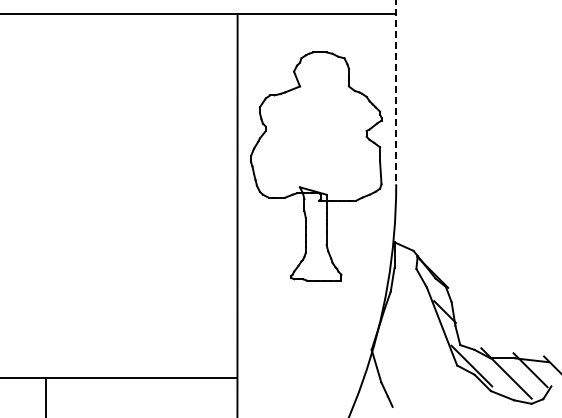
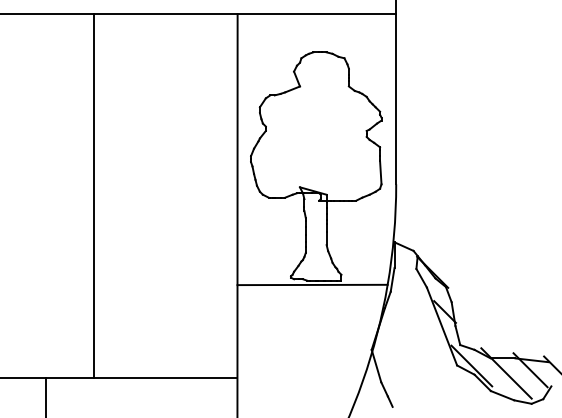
line at (396, 92): dashed -> solid
line at (93, 195): none -> present
line at (312, 284): none -> present
